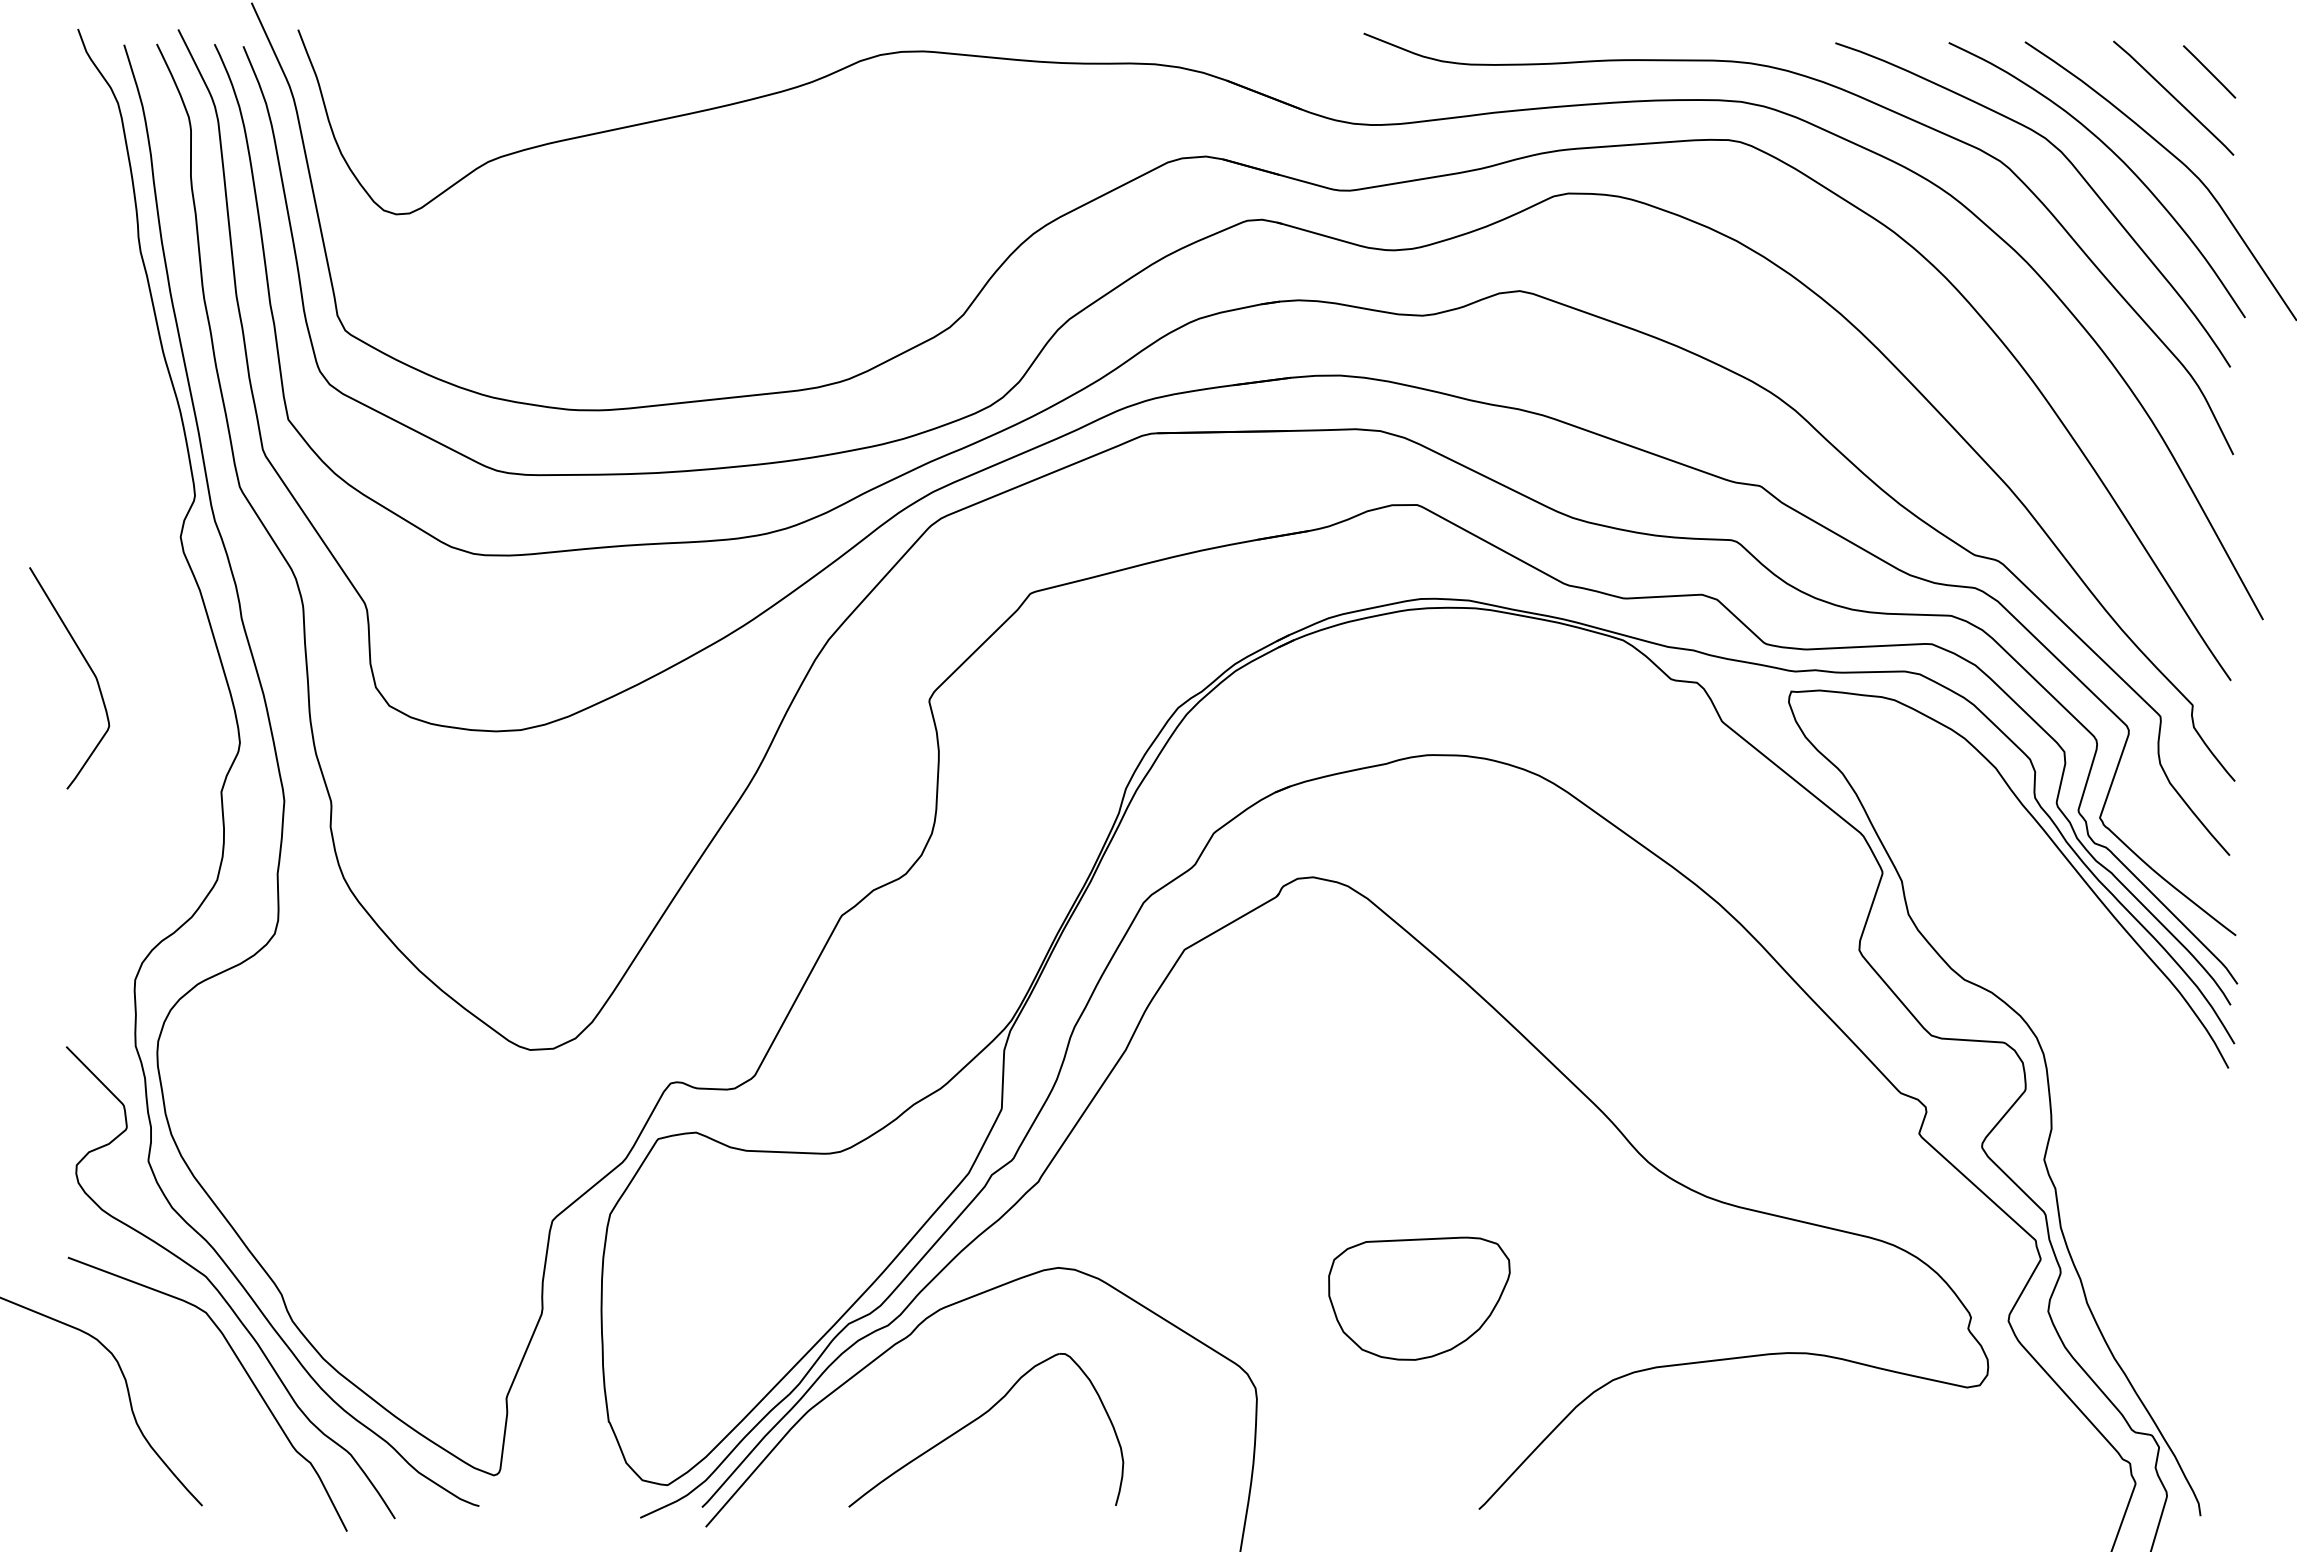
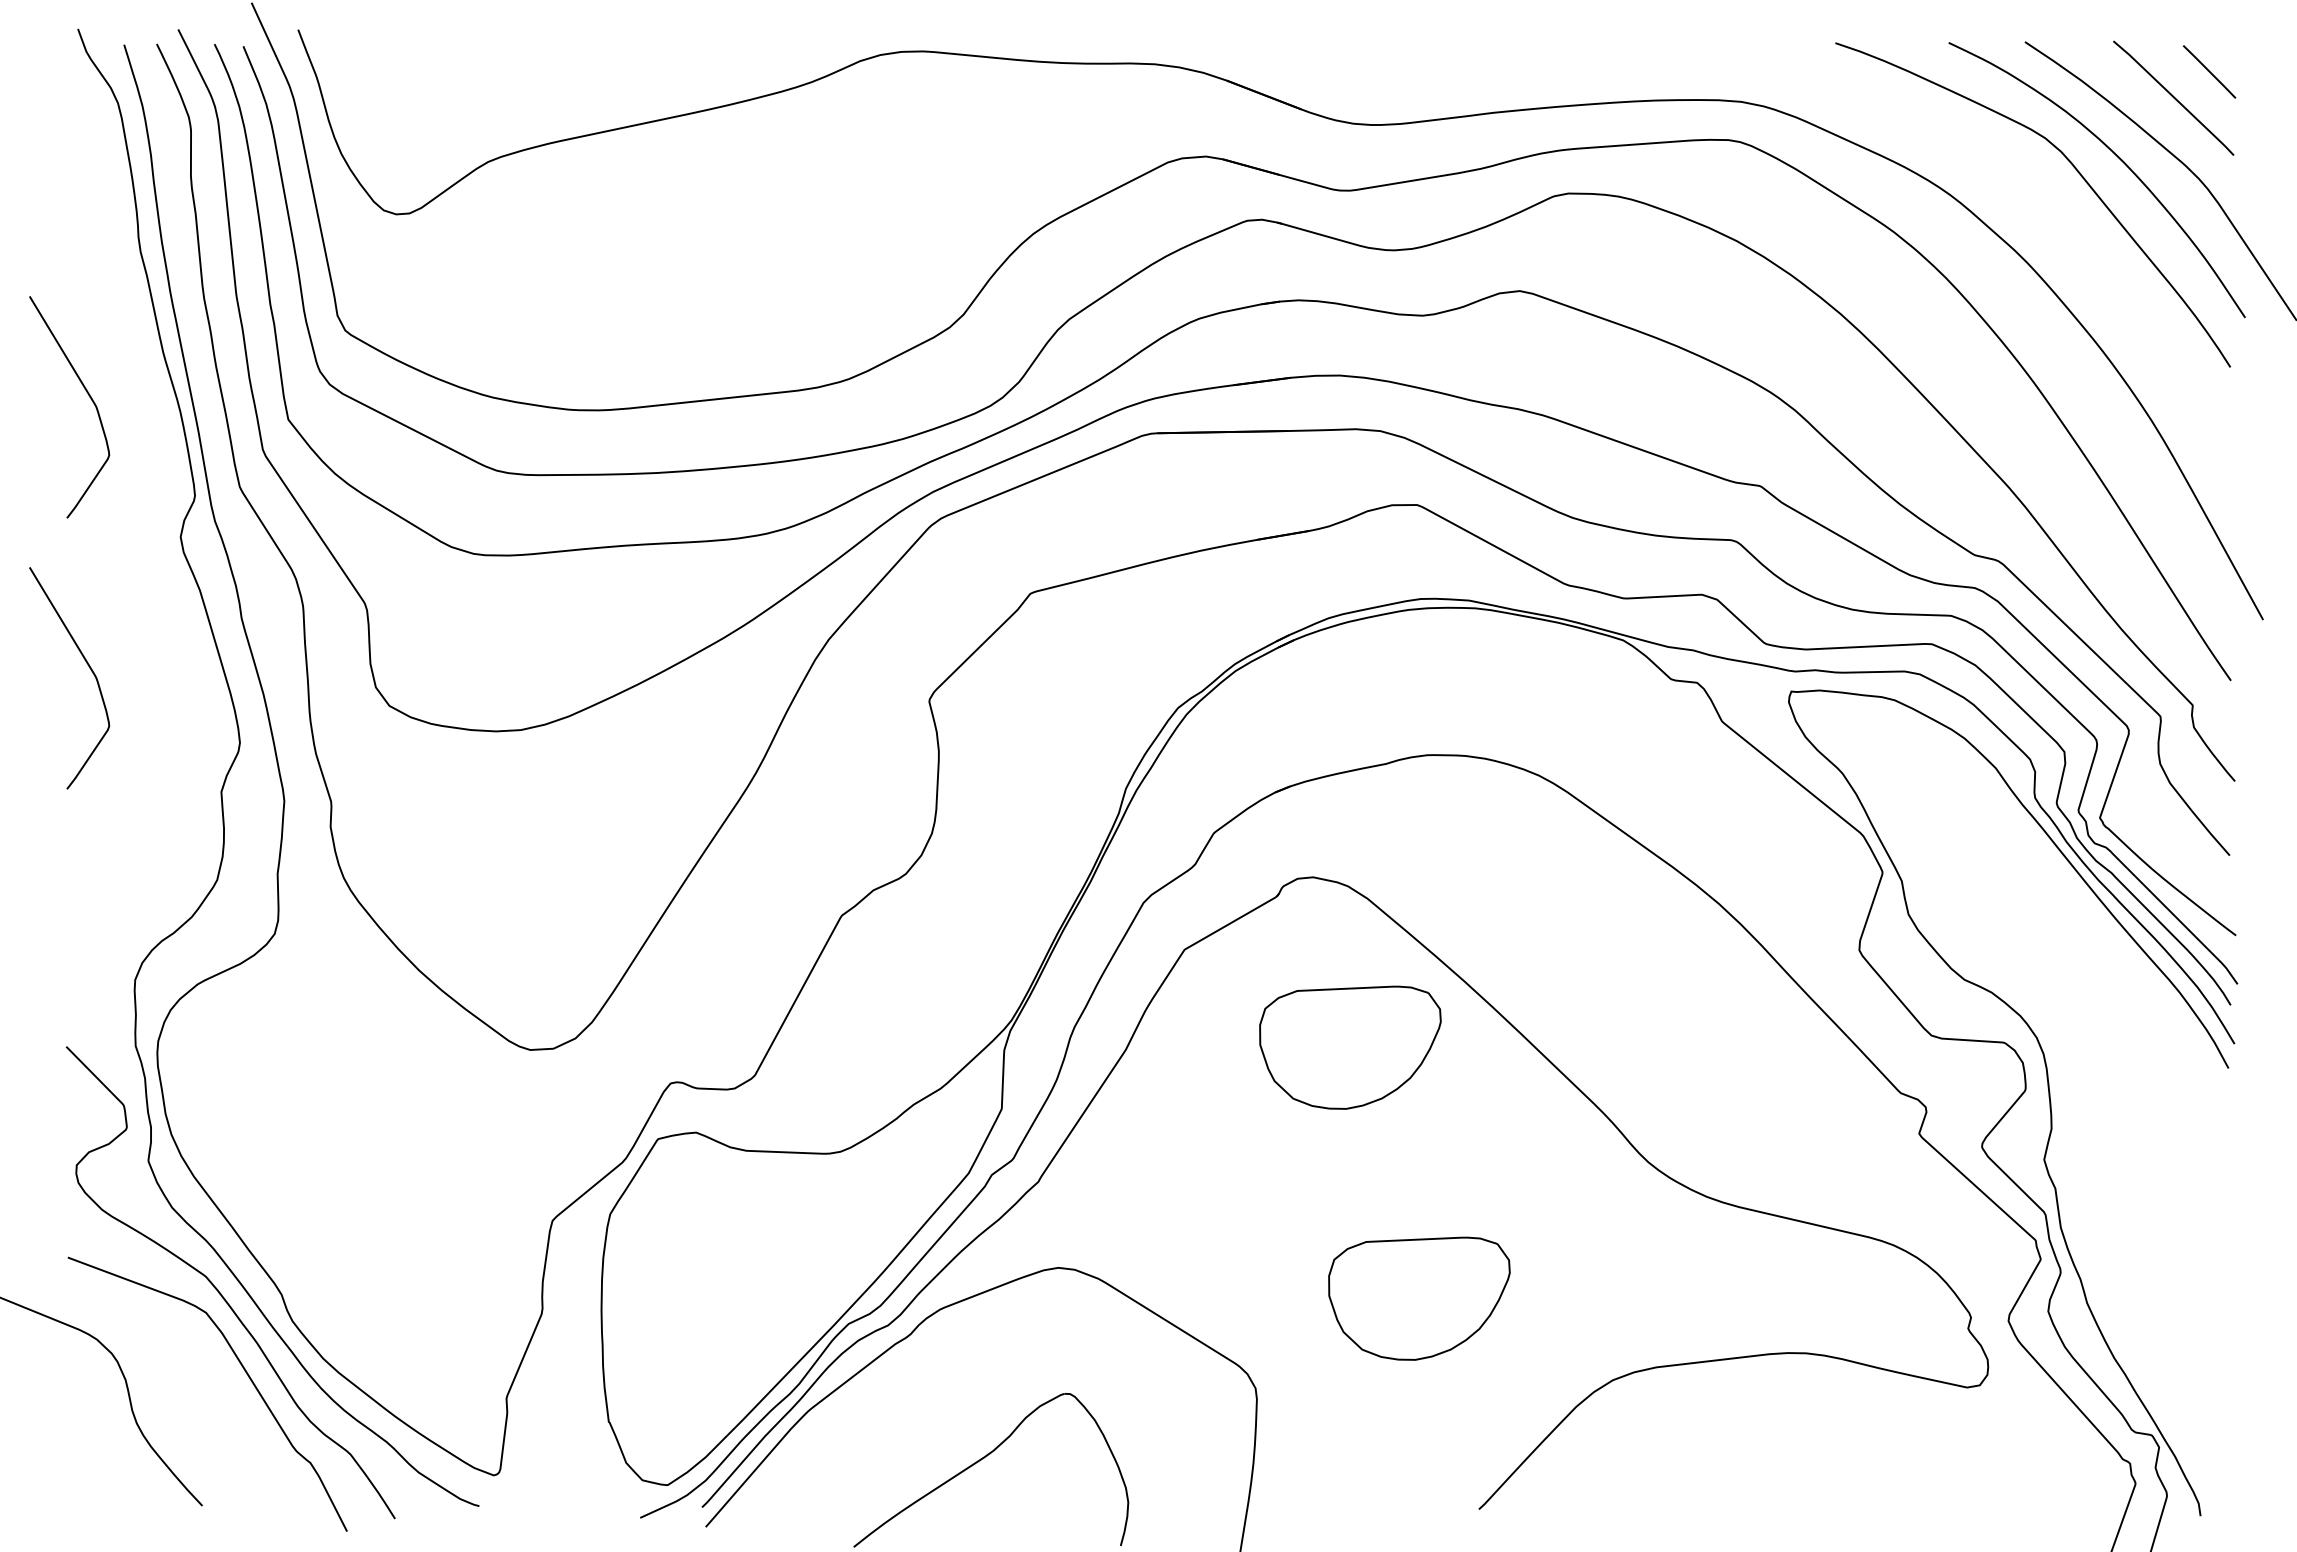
curve at (1858, 97): present -> none
curve at (87, 394): none -> present
part at (1350, 1047): none -> present
part at (979, 1418) position: (979, 1418) -> (984, 1458)
